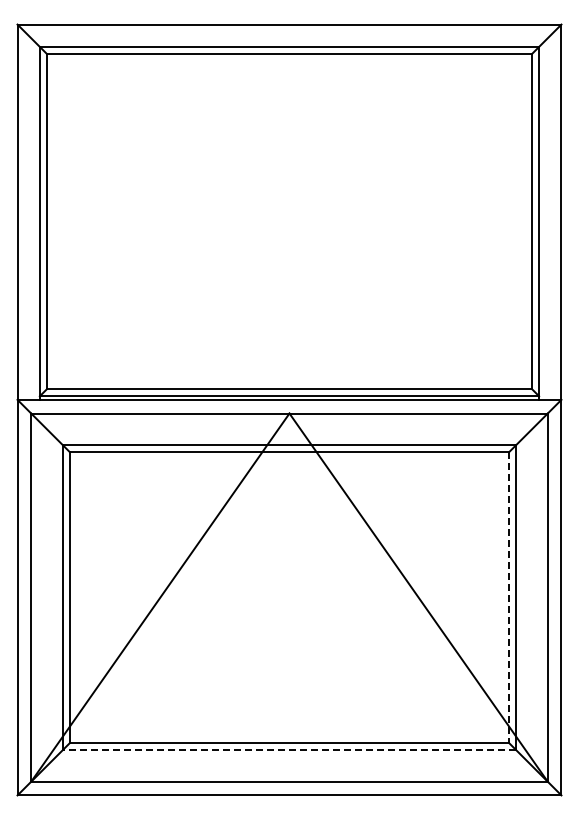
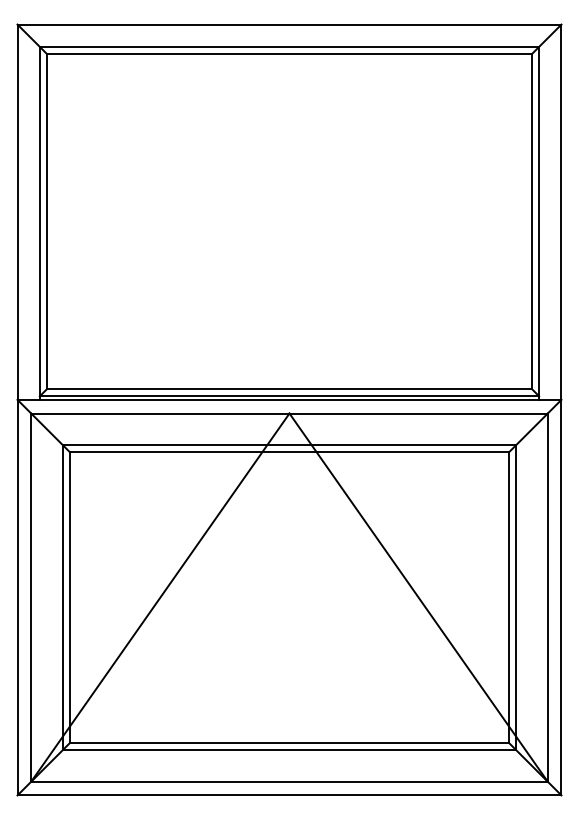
line at (509, 597): dashed -> solid
line at (289, 750): dashed -> solid
